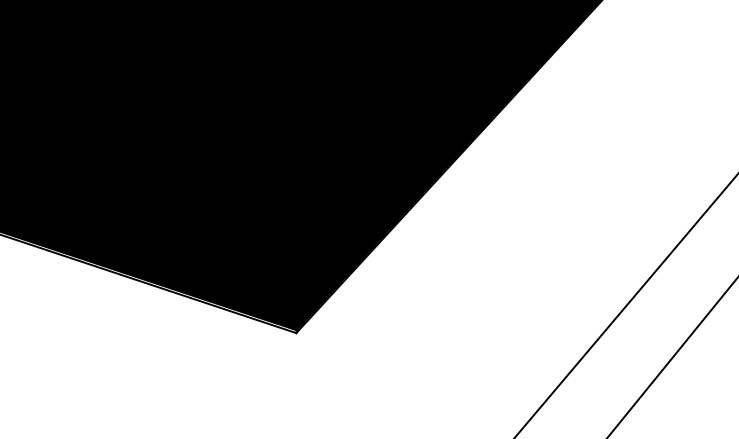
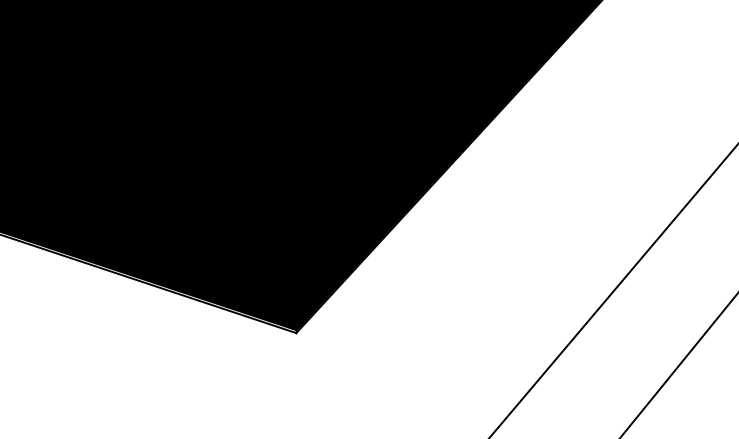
line at (625, 305) position: (625, 305) -> (613, 291)
line at (672, 357) position: (672, 357) -> (678, 365)
